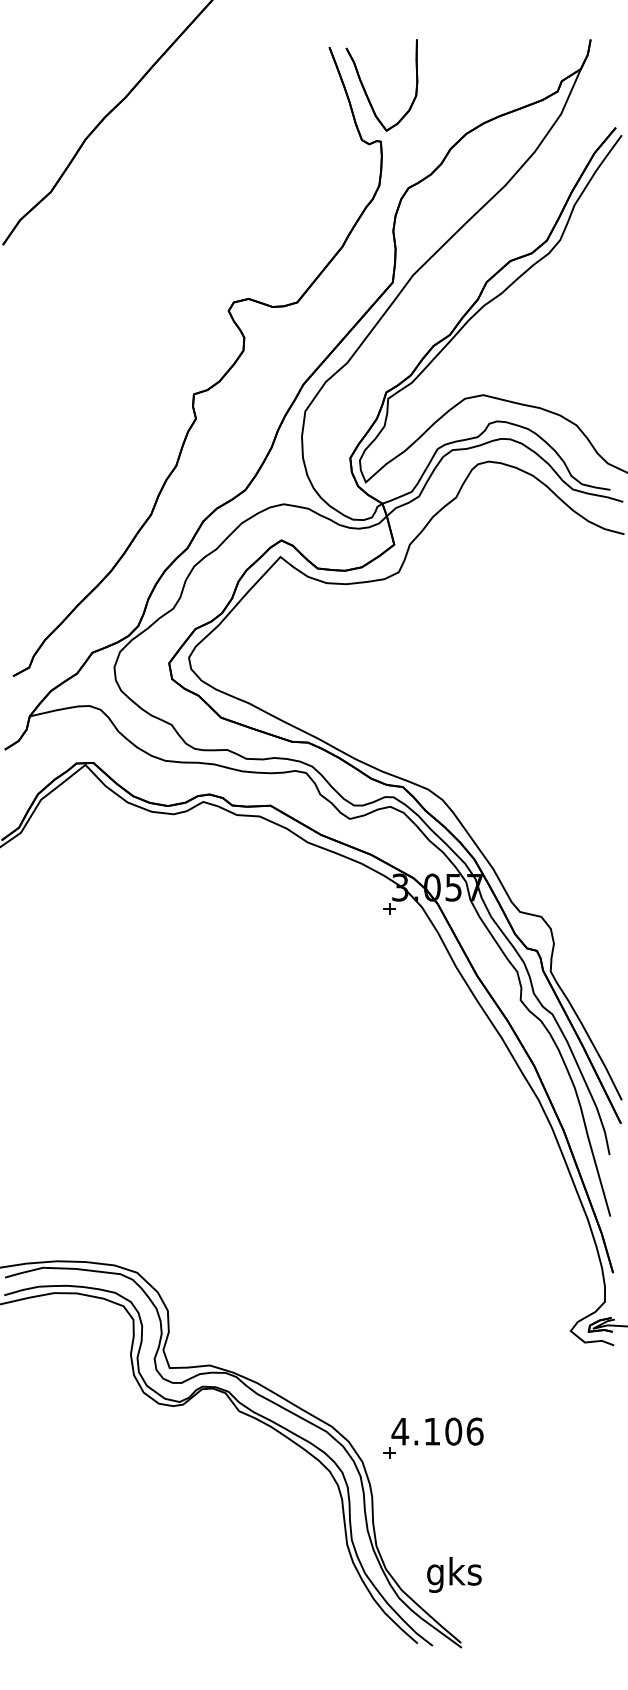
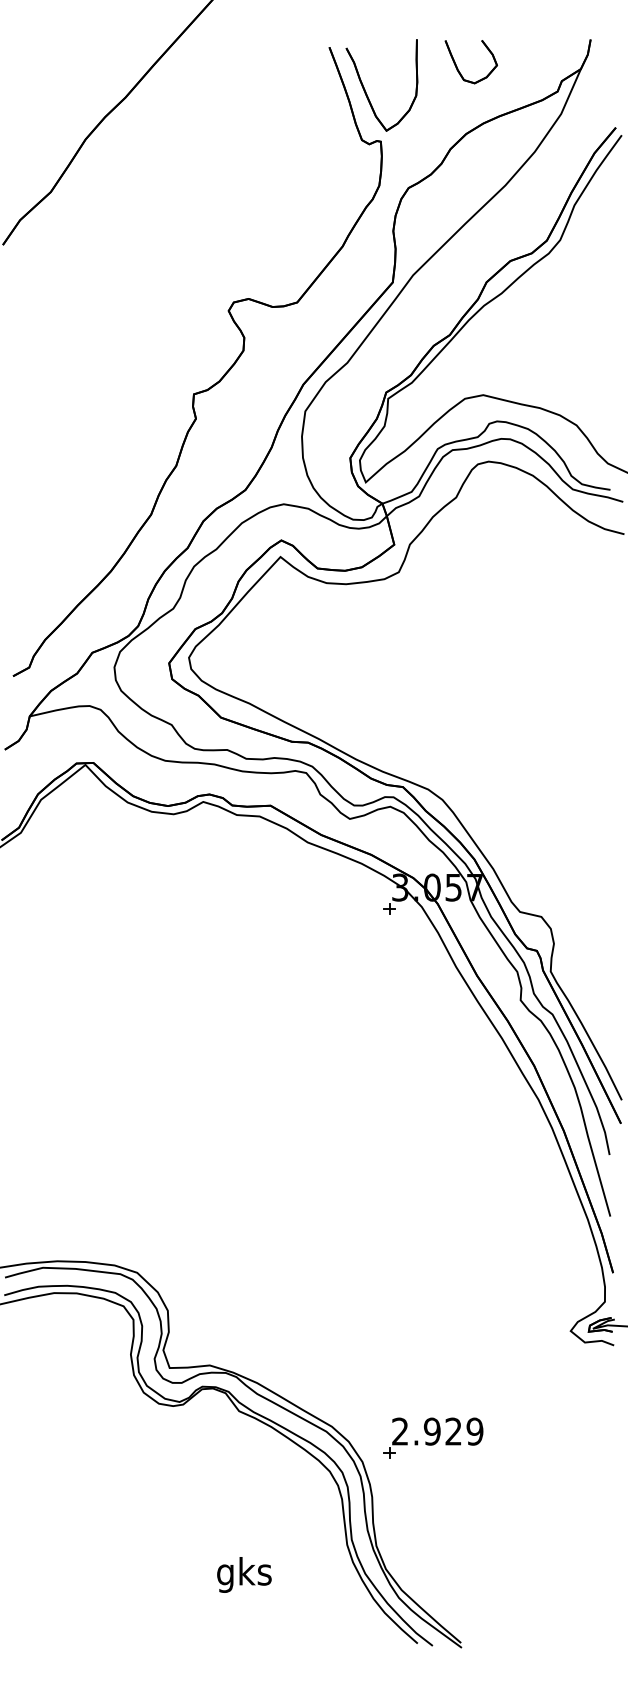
part at (458, 68): none -> present
text at (437, 1431): 4.106 -> 2.929
text at (454, 1574) position: (454, 1574) -> (244, 1574)
